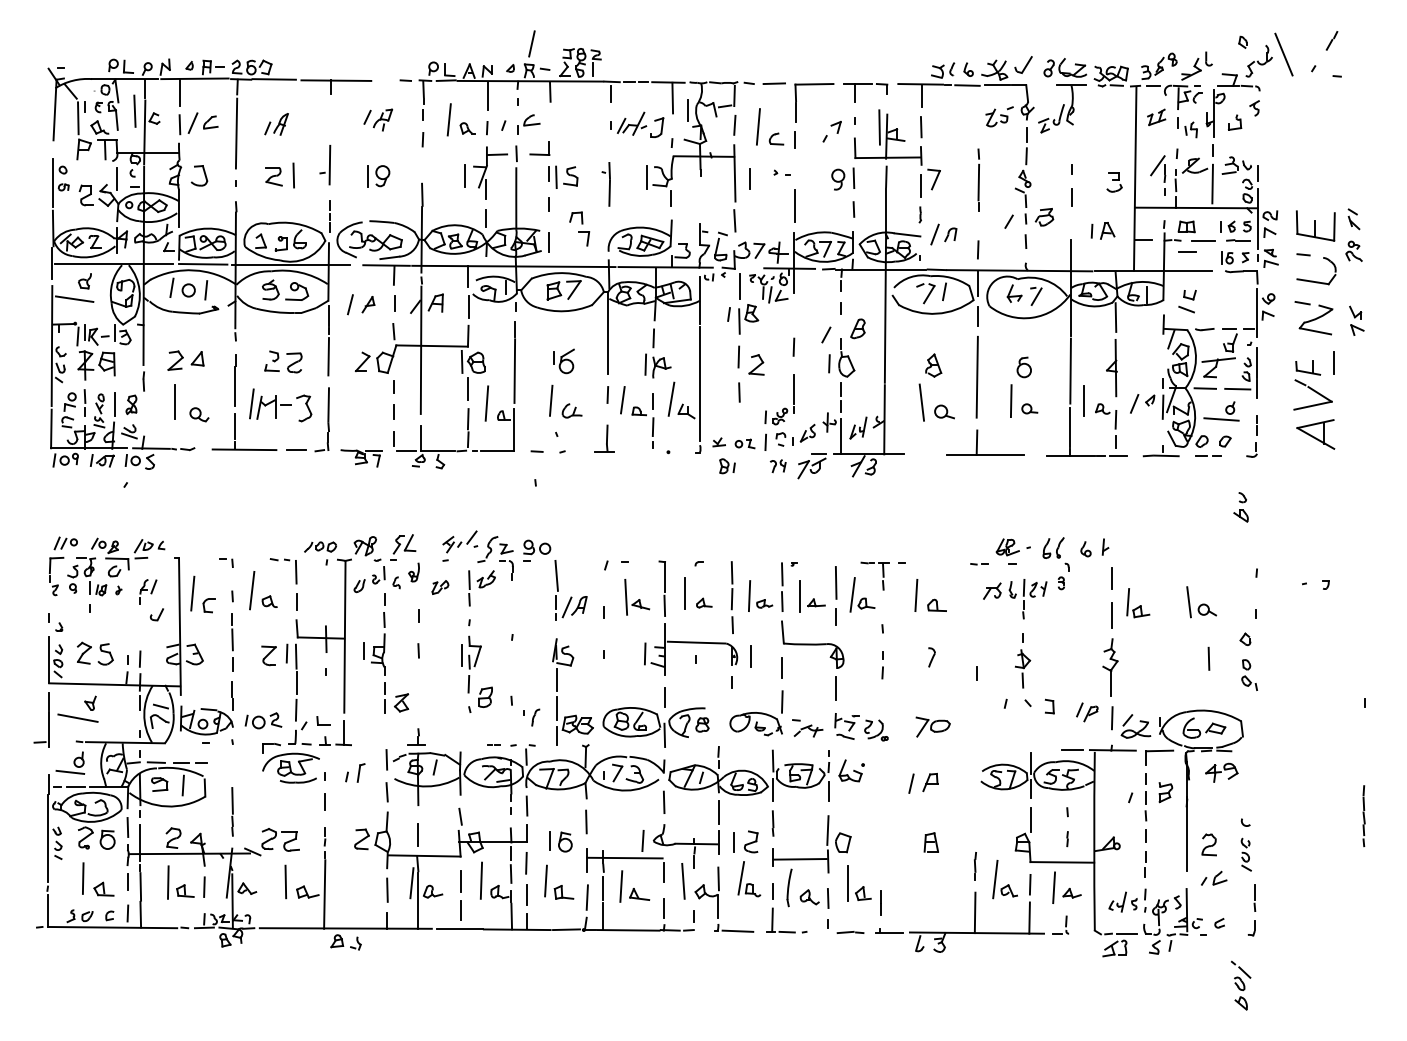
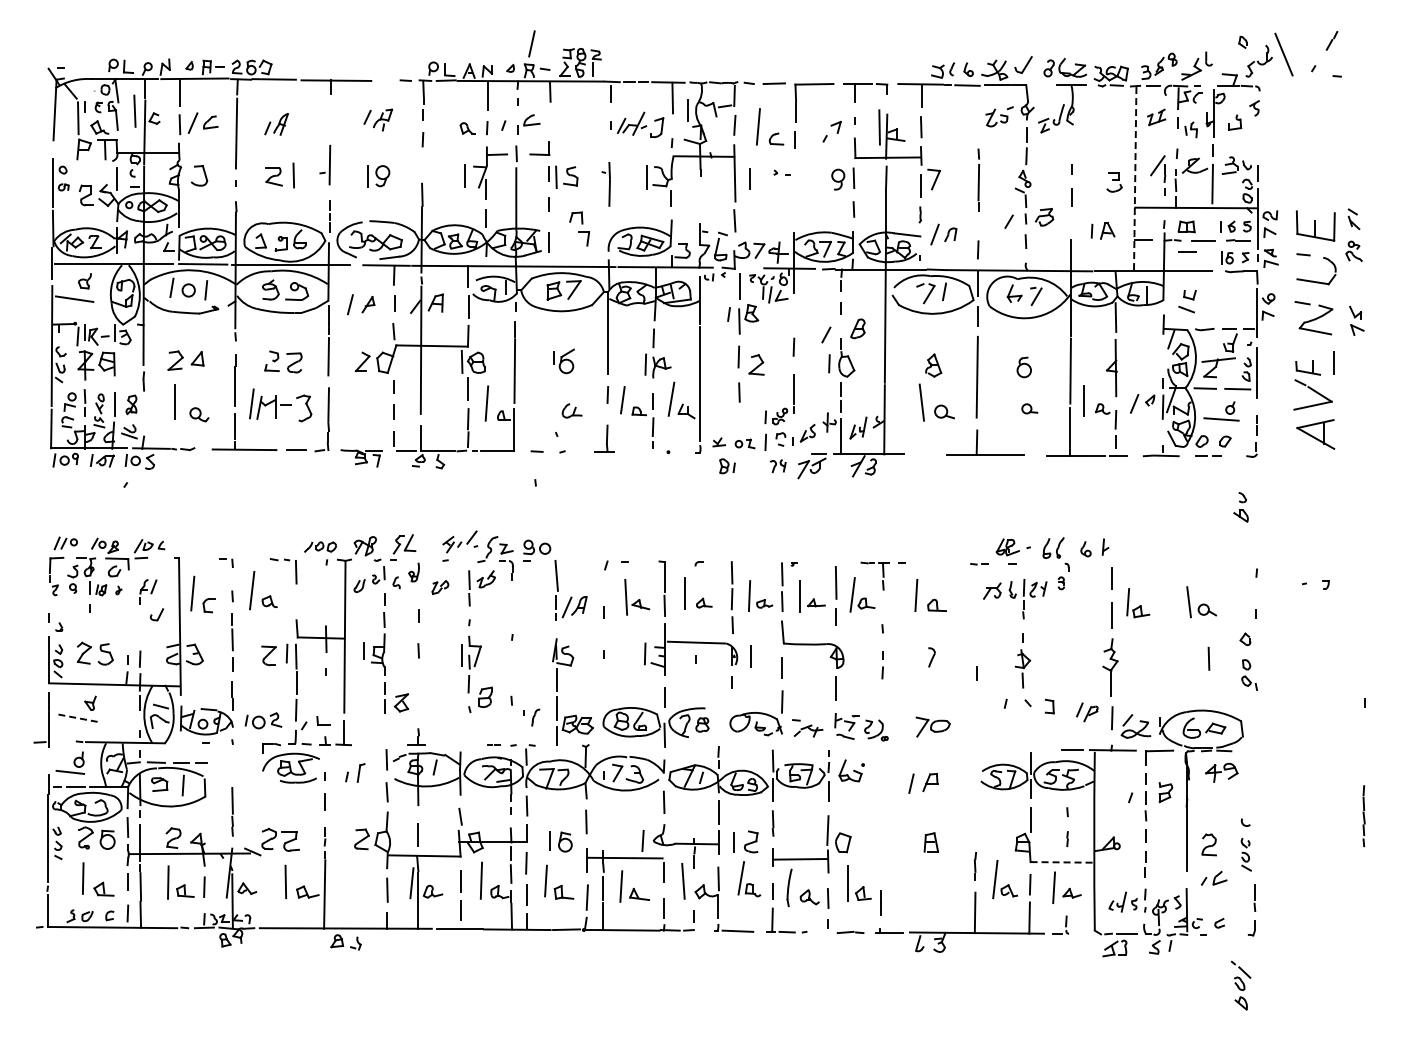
line at (448, 119): present -> none
line at (1135, 178): solid -> dashed
line at (794, 205): present -> none
line at (550, 400): present -> none
line at (1011, 400): present -> none
line at (296, 601): present -> none
line at (78, 718): solid -> dashed
line at (1062, 862): solid -> dashed
